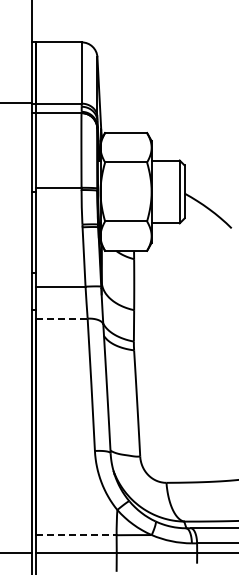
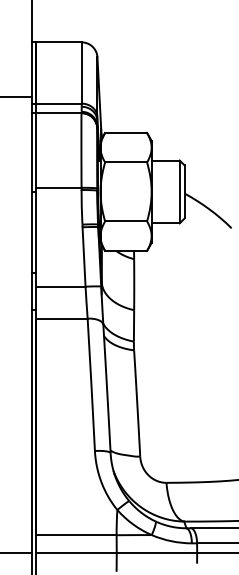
line at (17, 103) position: (17, 103) -> (17, 97)
line at (61, 318): dashed -> solid
line at (76, 535): dashed -> solid
